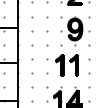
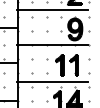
line at (52, 10): none -> present
line at (52, 44): none -> present
line at (52, 82): none -> present
